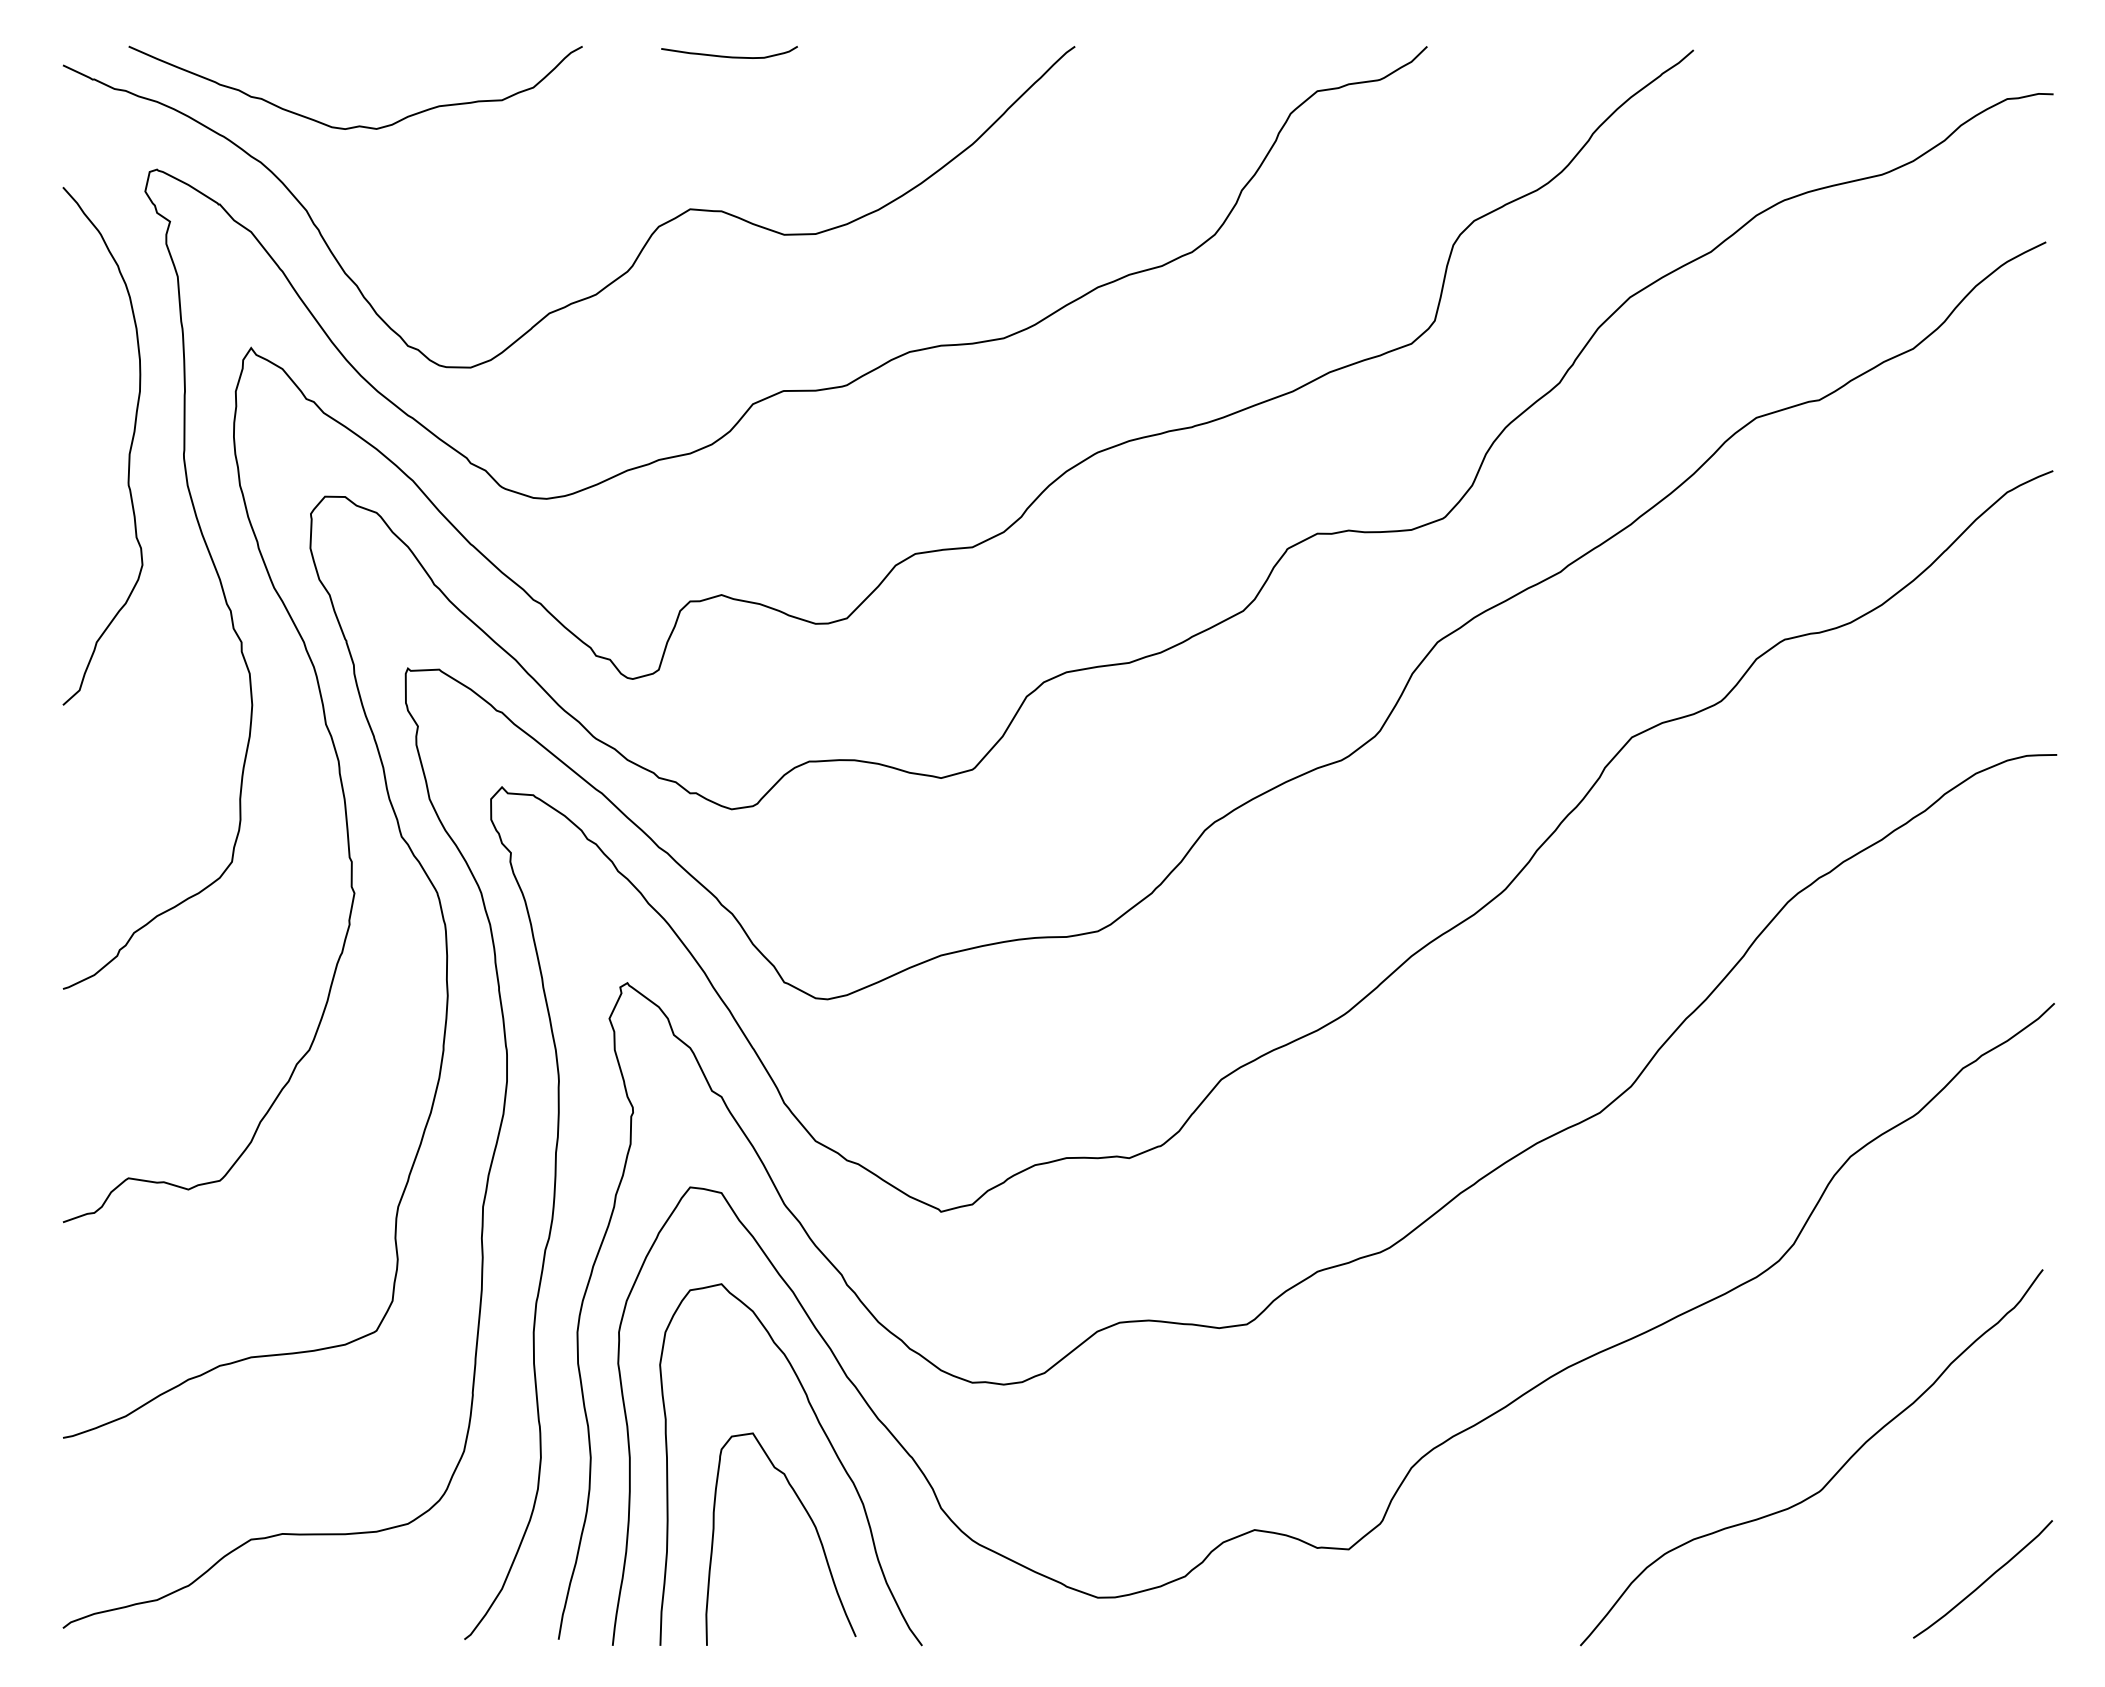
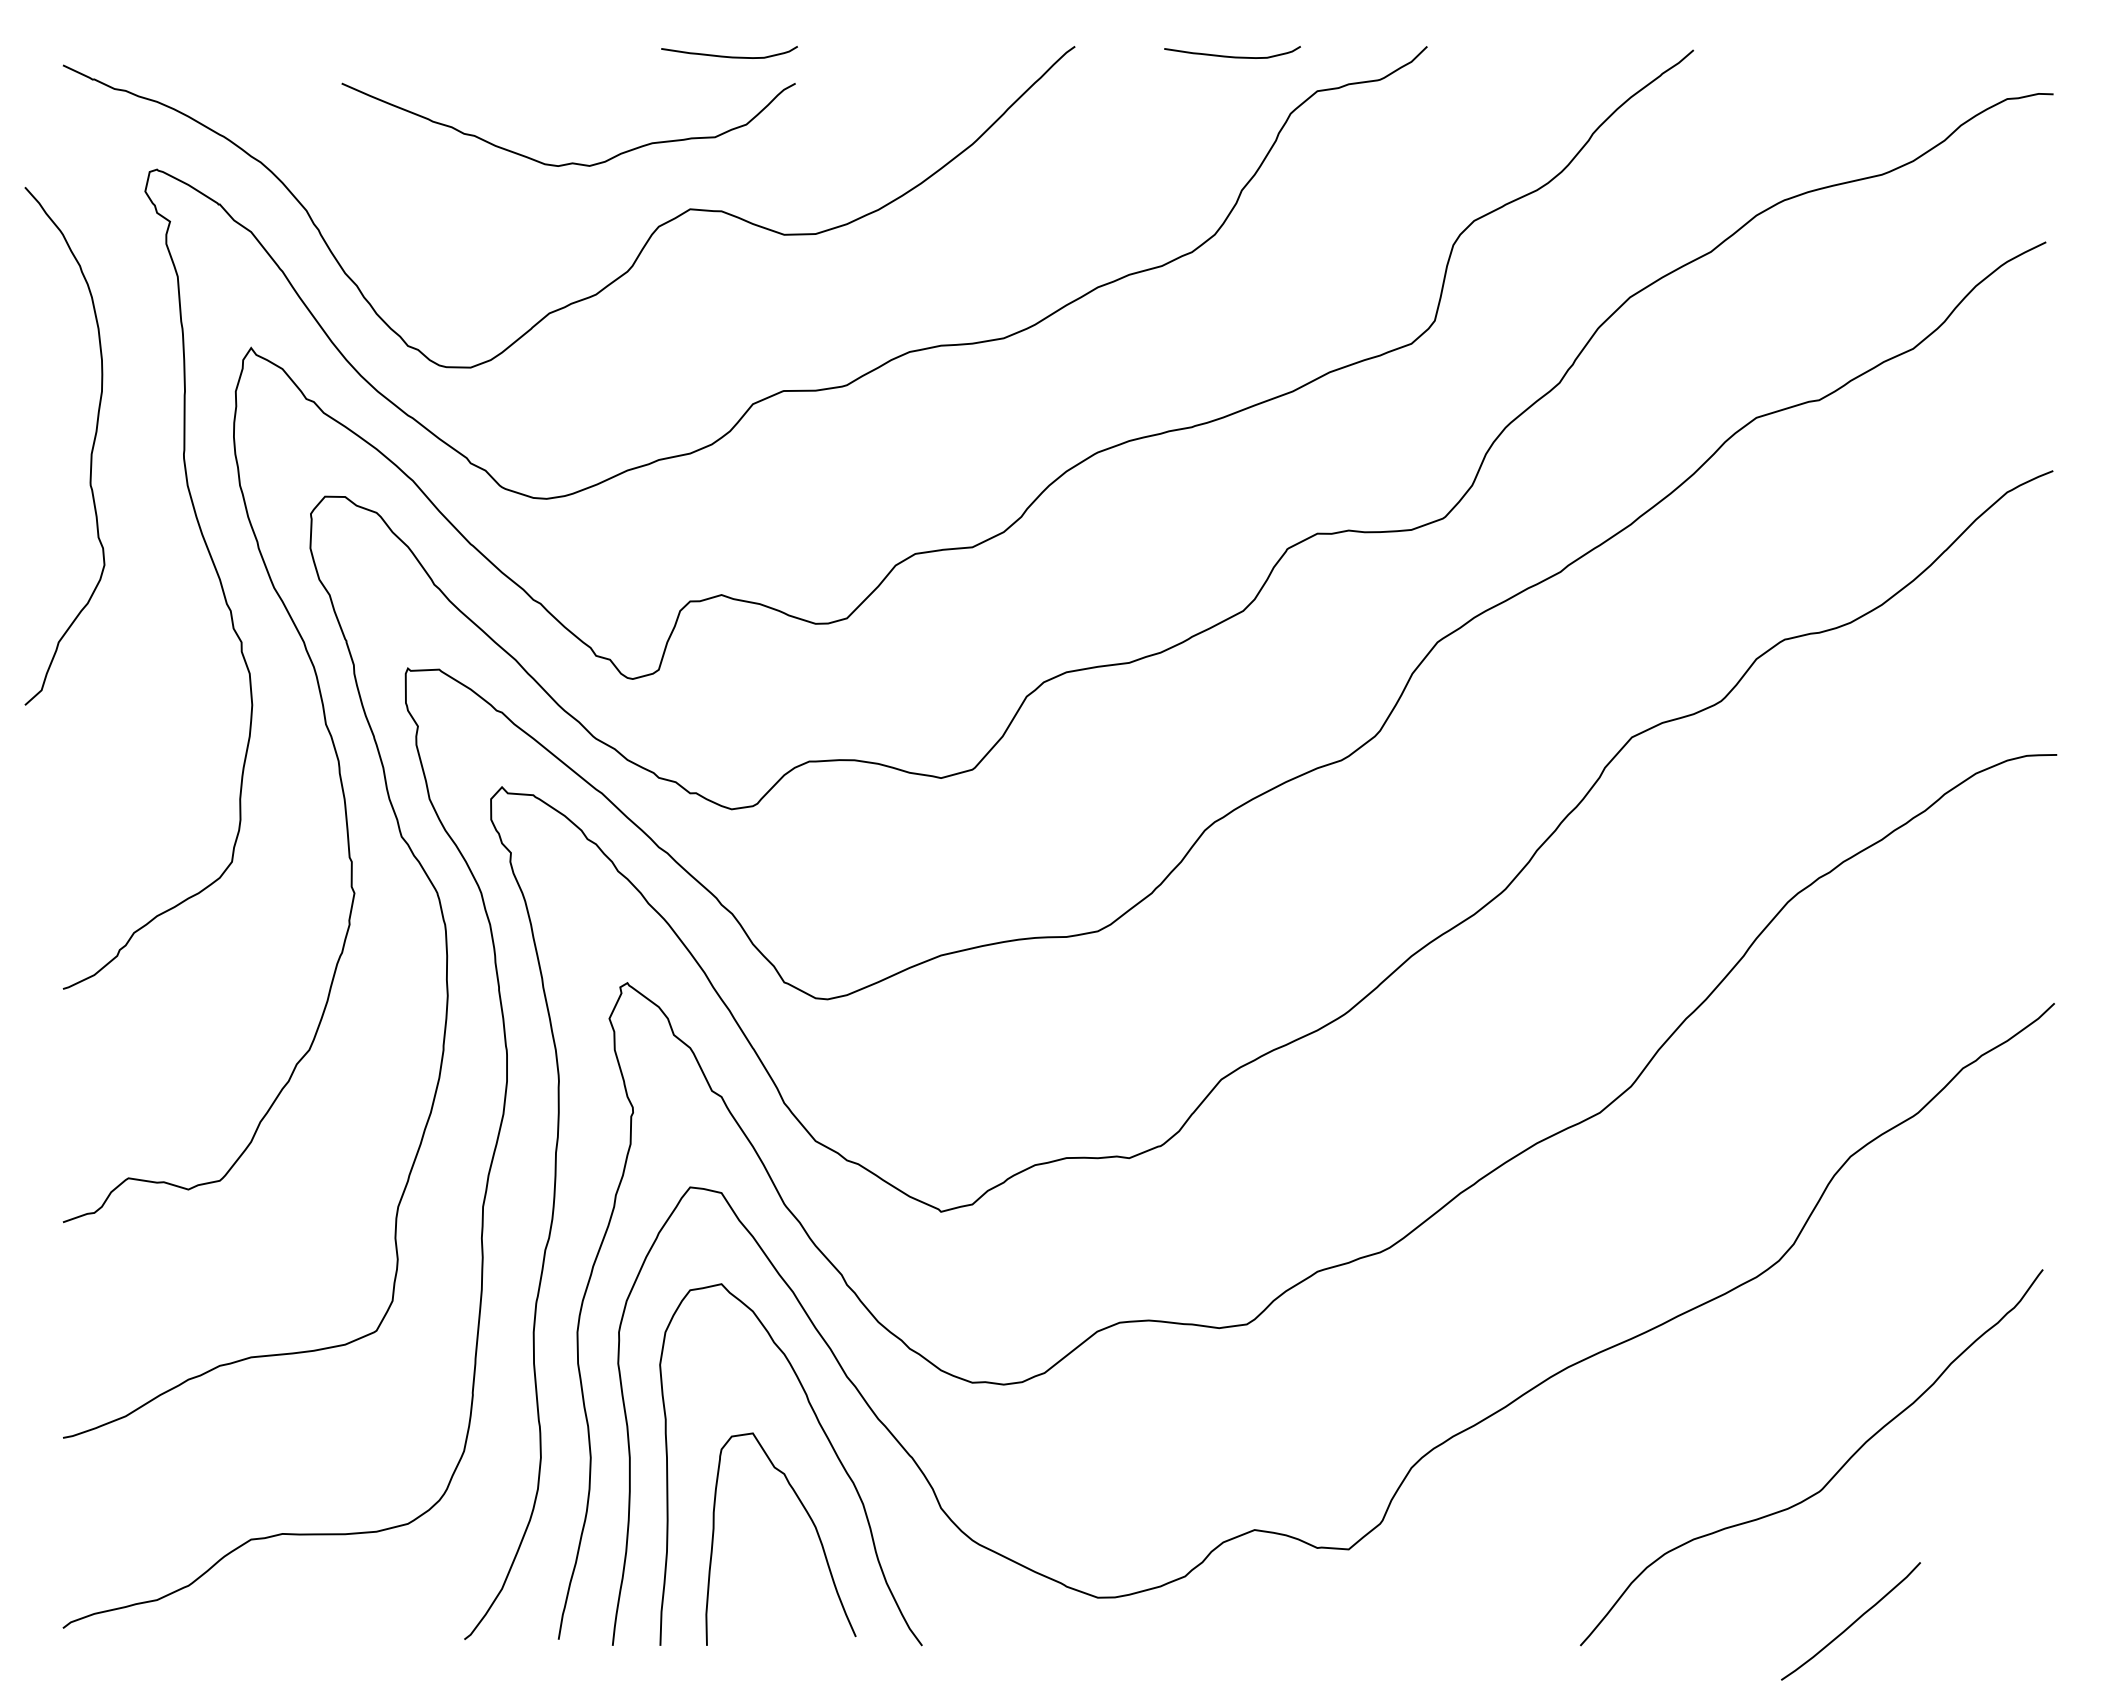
curve at (1232, 56): none -> present
curve at (357, 125) position: (357, 125) -> (570, 162)
curve at (128, 453) position: (128, 453) -> (90, 453)
curve at (1984, 1580) position: (1984, 1580) -> (1852, 1622)
